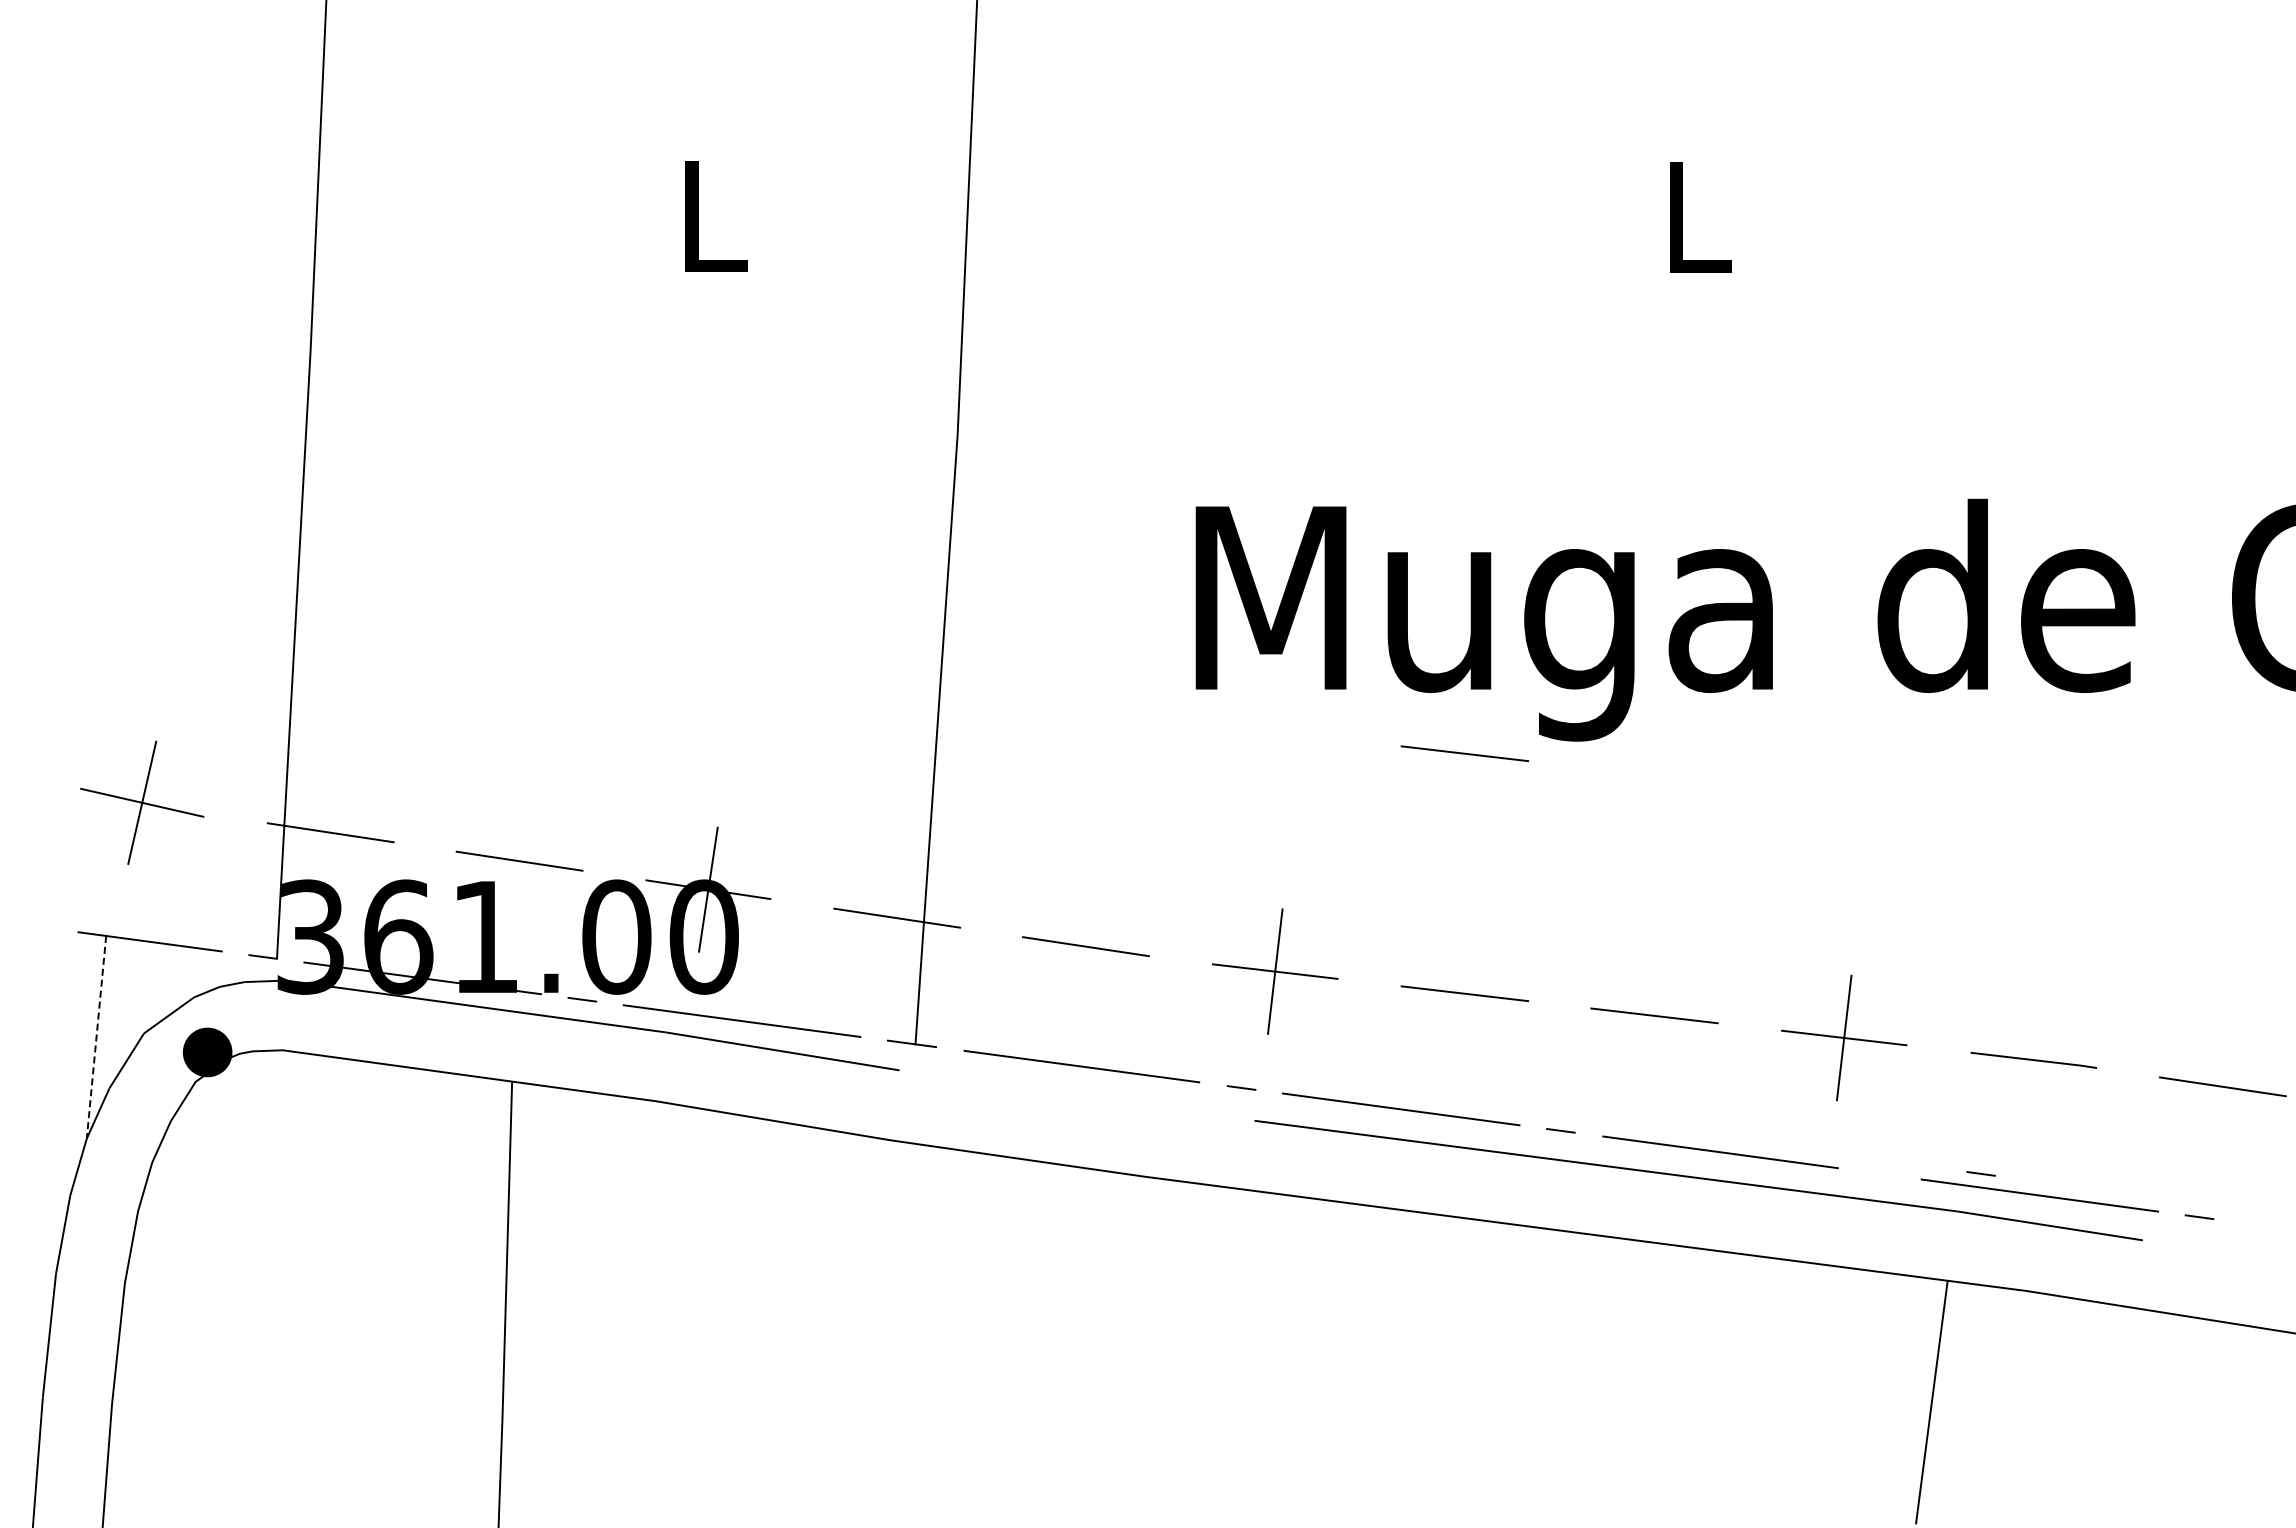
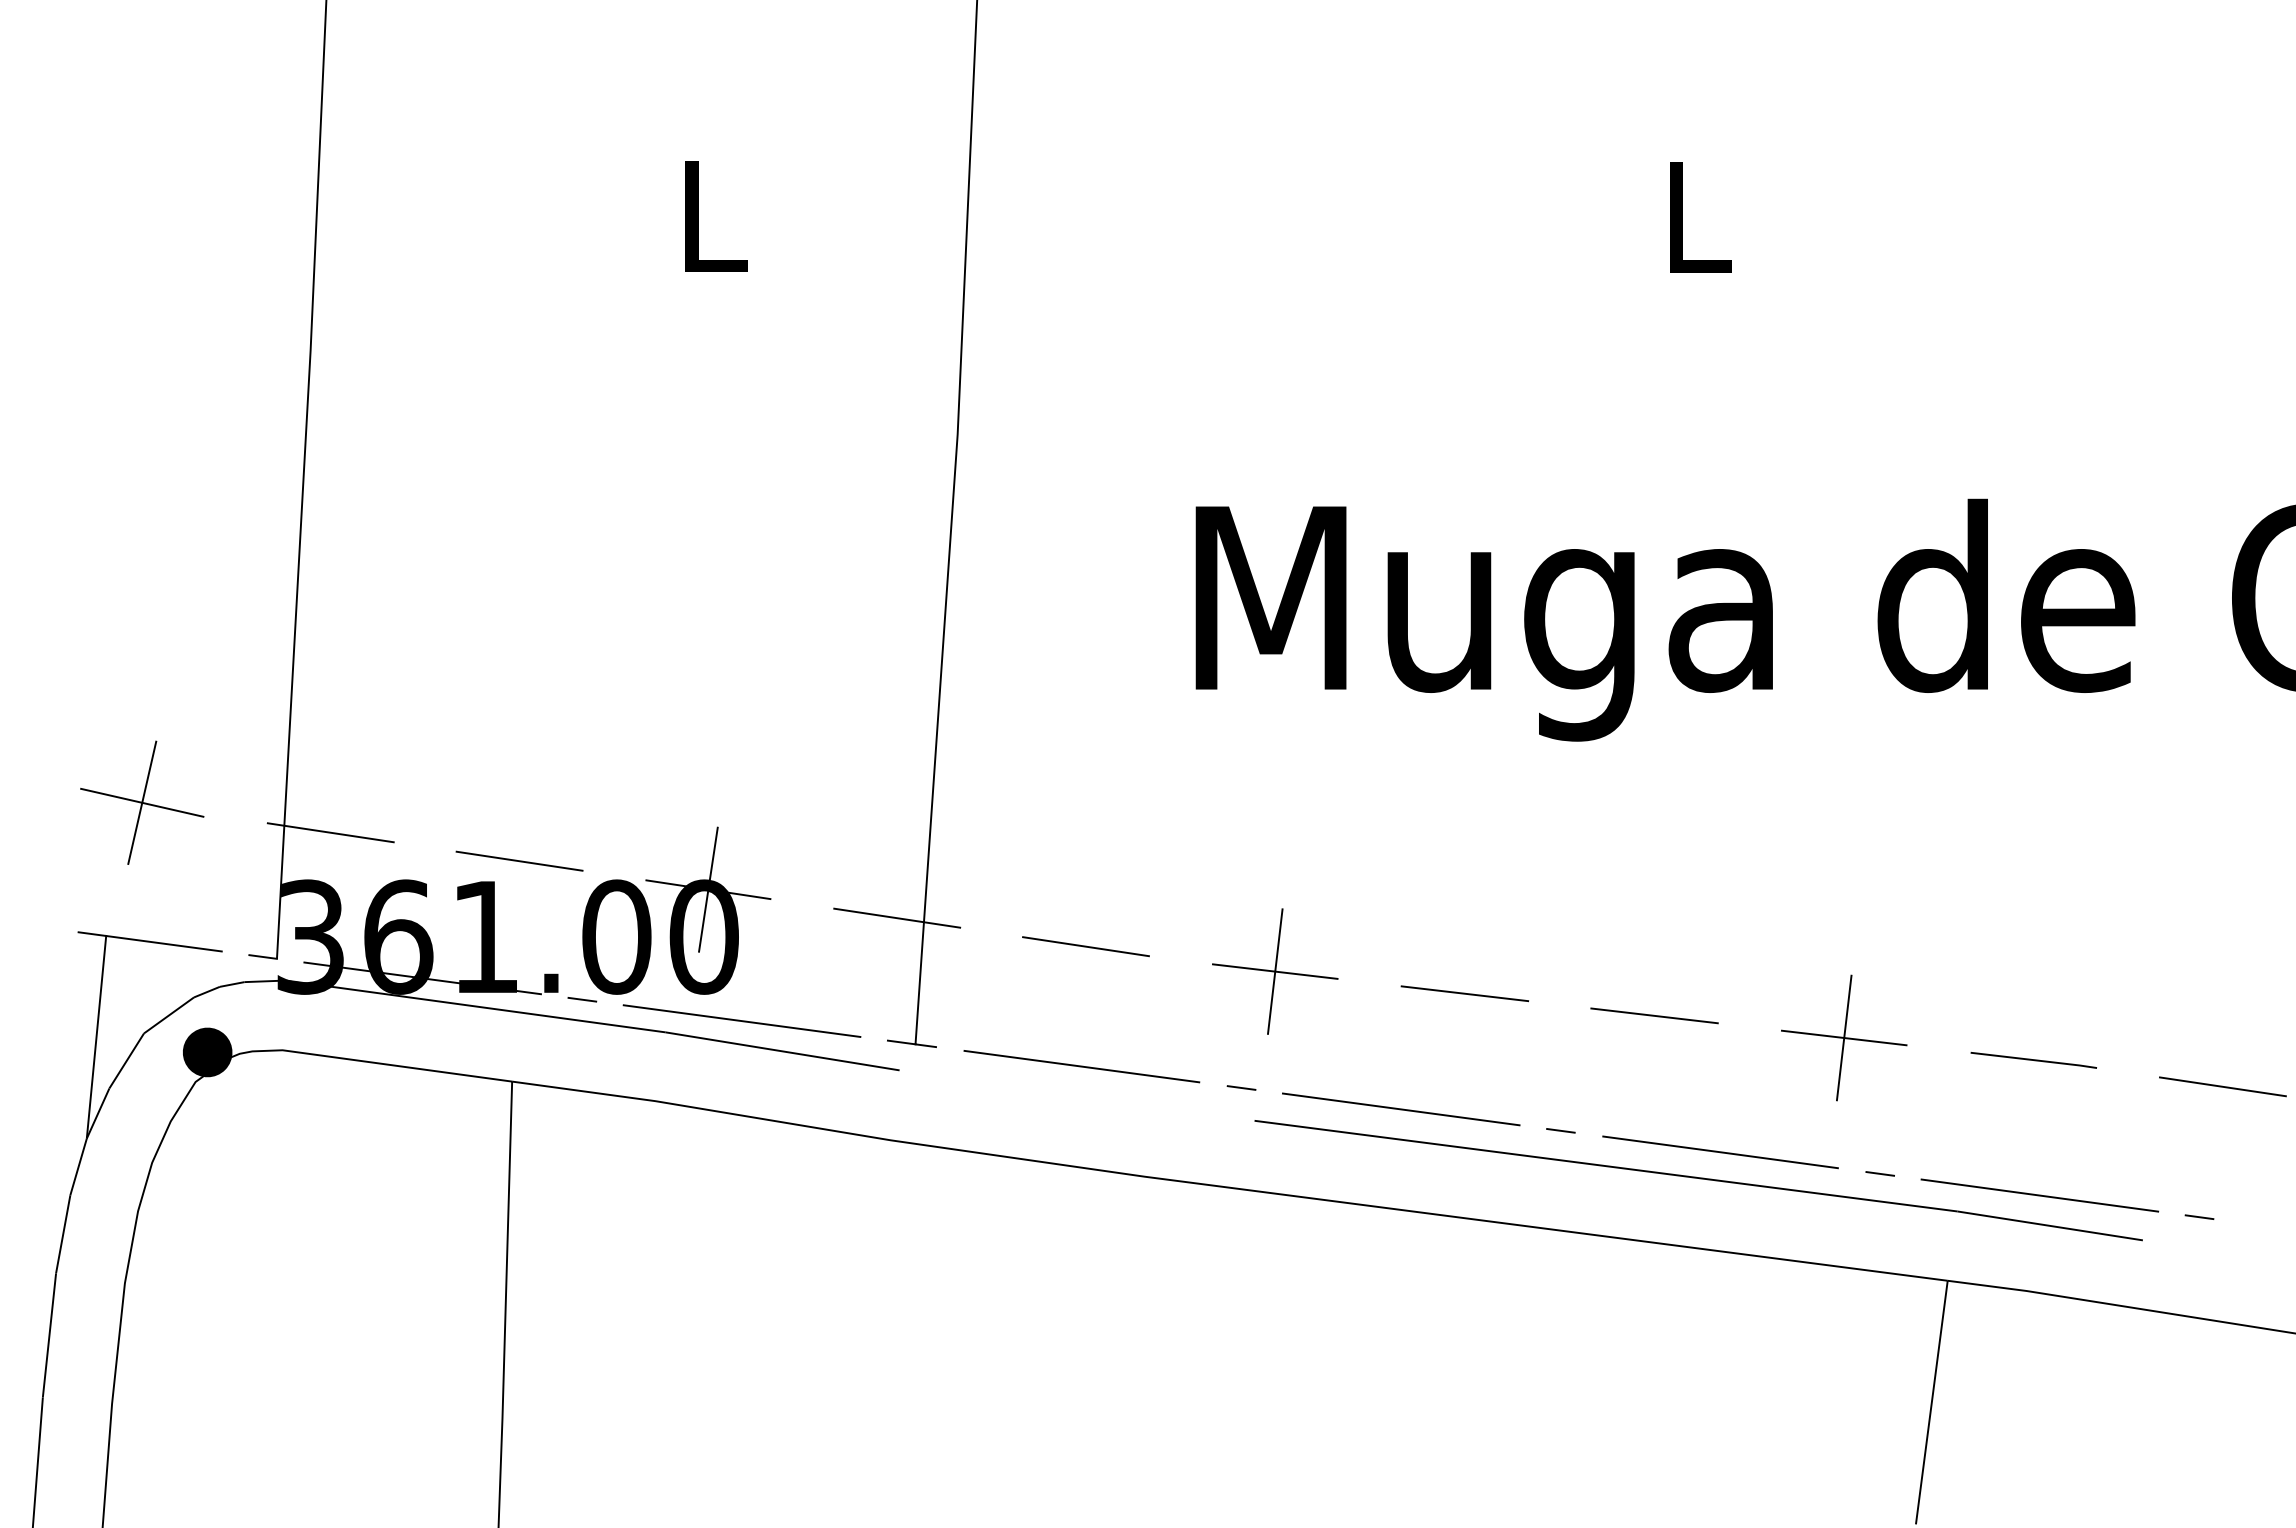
line at (1464, 753): present -> none
line at (96, 1037): dashed -> solid
line at (1980, 1173) position: (1980, 1173) -> (1879, 1173)
